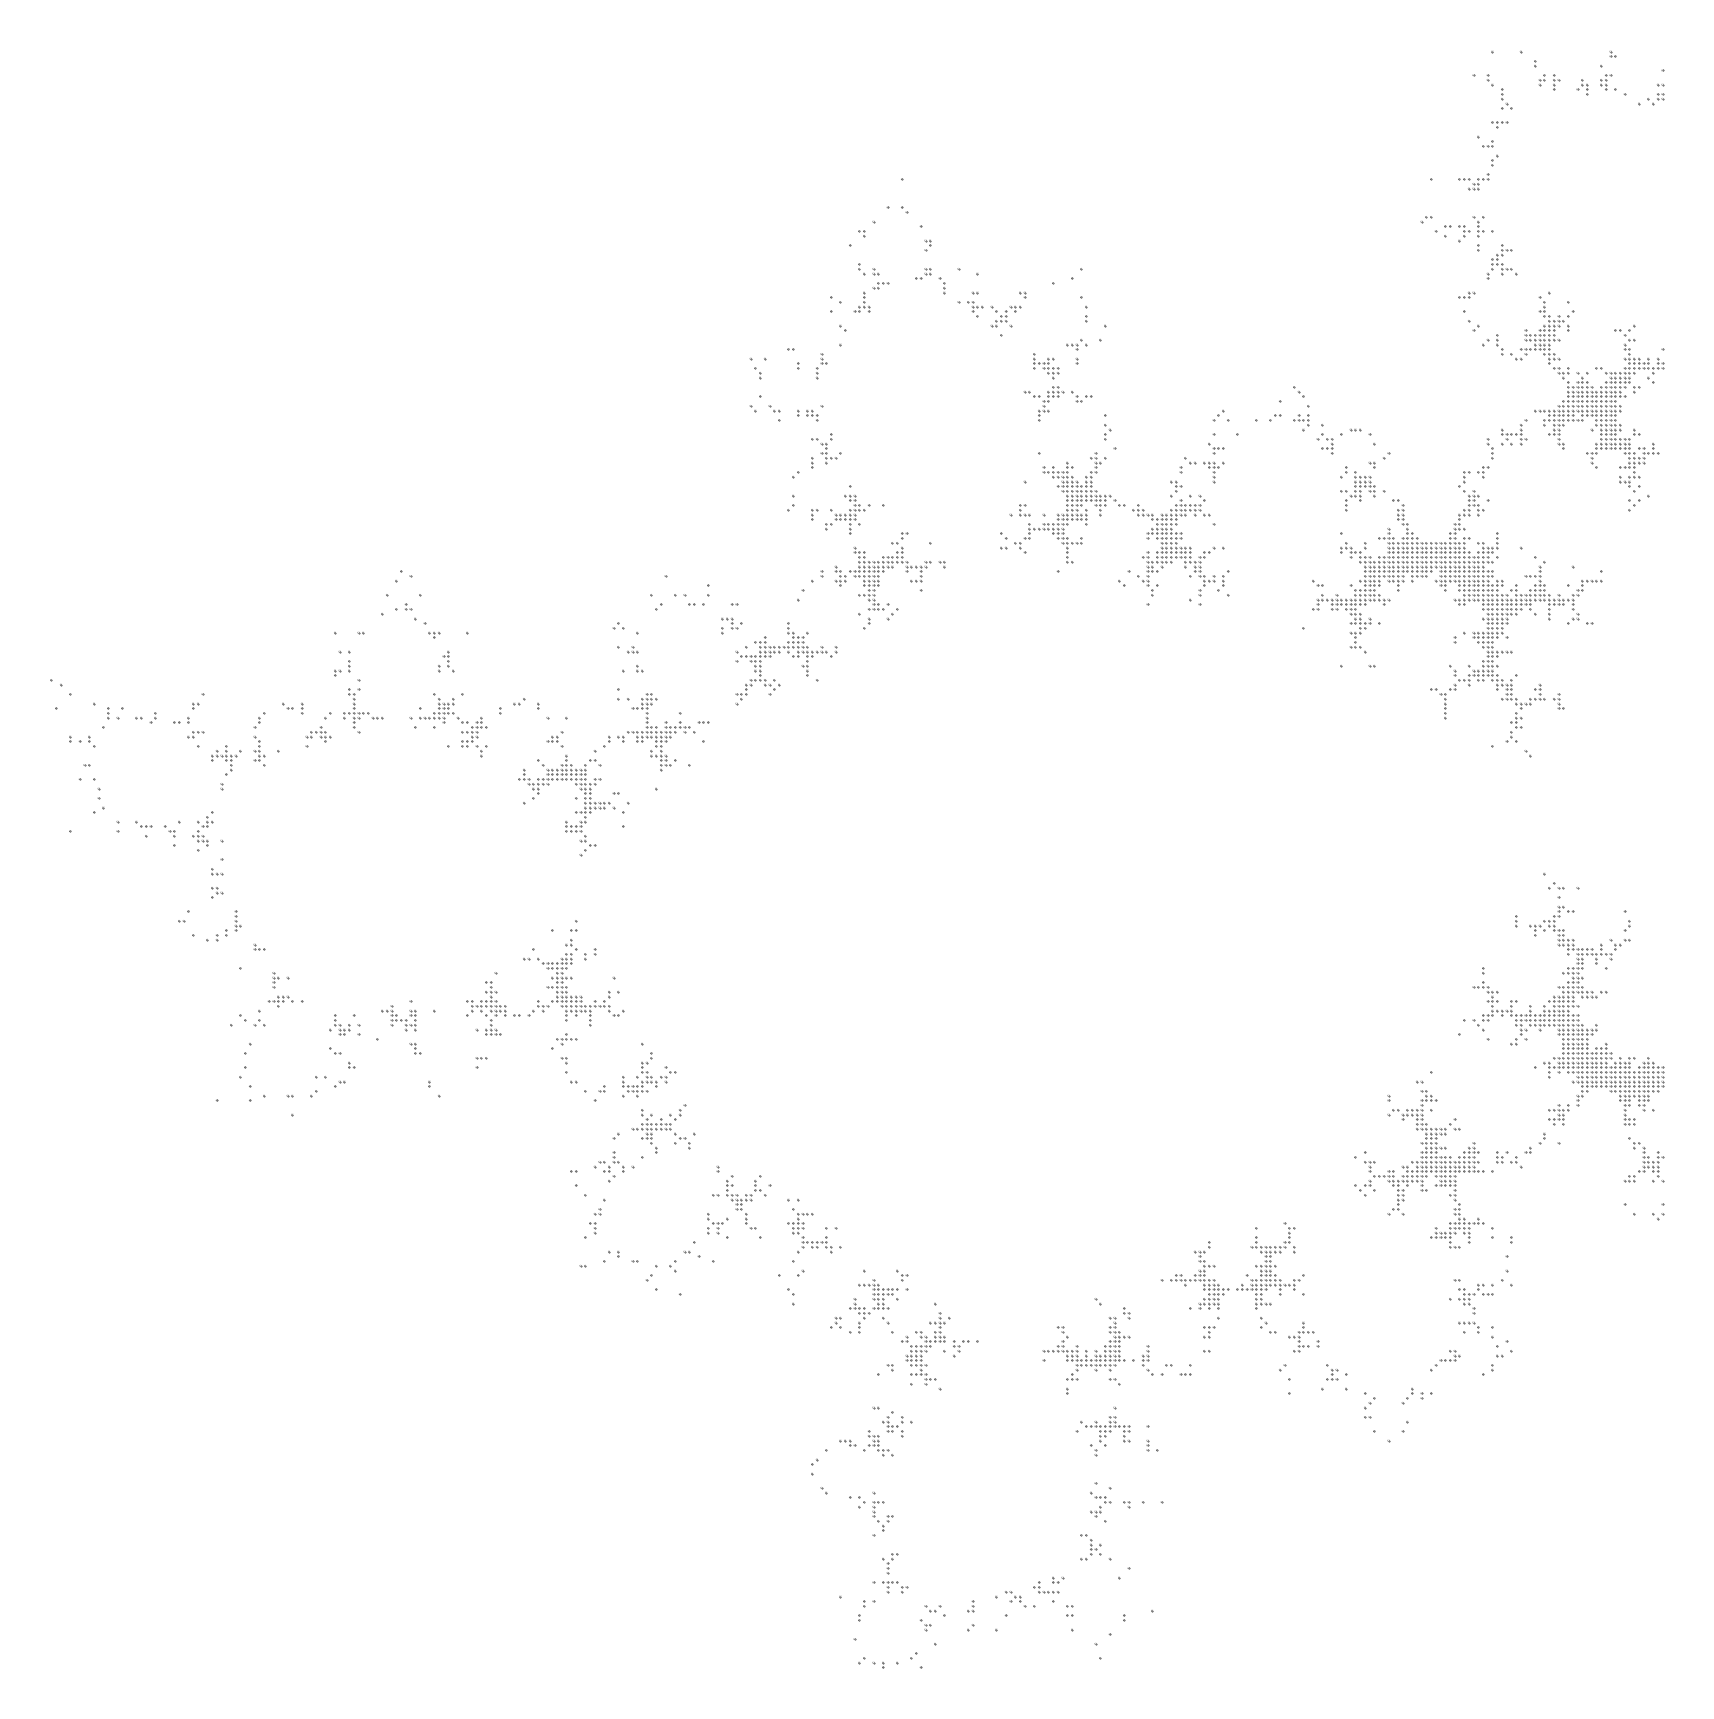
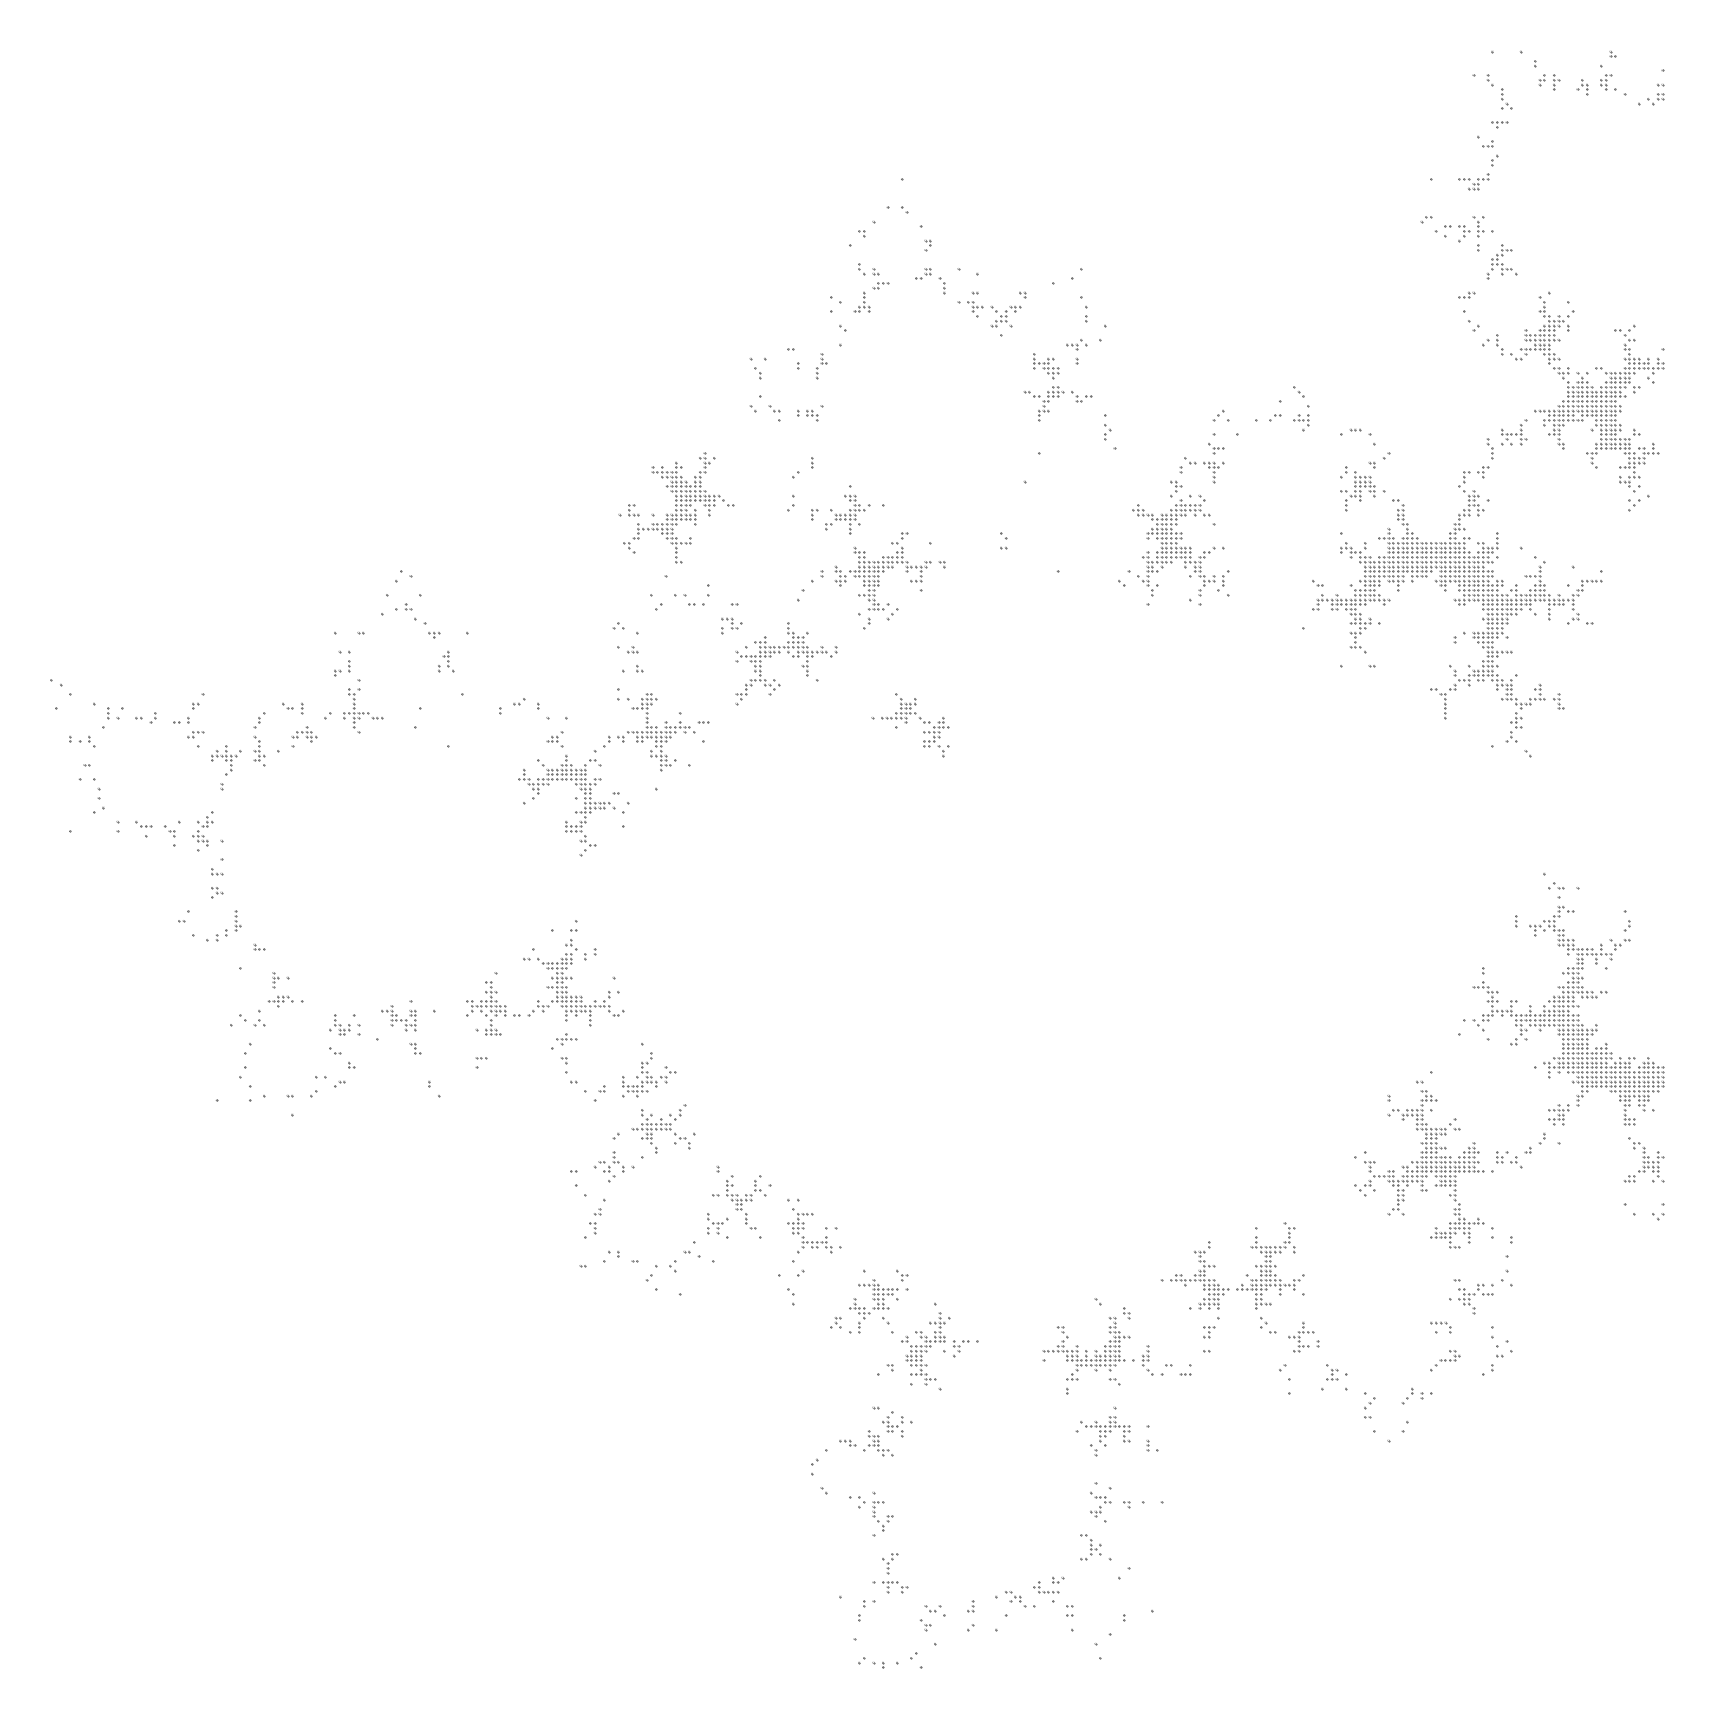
part at (1324, 439): present -> none
part at (826, 448): present -> none
part at (1067, 507) position: (1067, 507) -> (676, 507)
part at (448, 725) position: (448, 725) -> (910, 725)
part at (318, 736) position: (318, 736) -> (304, 736)
part at (1468, 1327) position: (1468, 1327) -> (1440, 1327)
